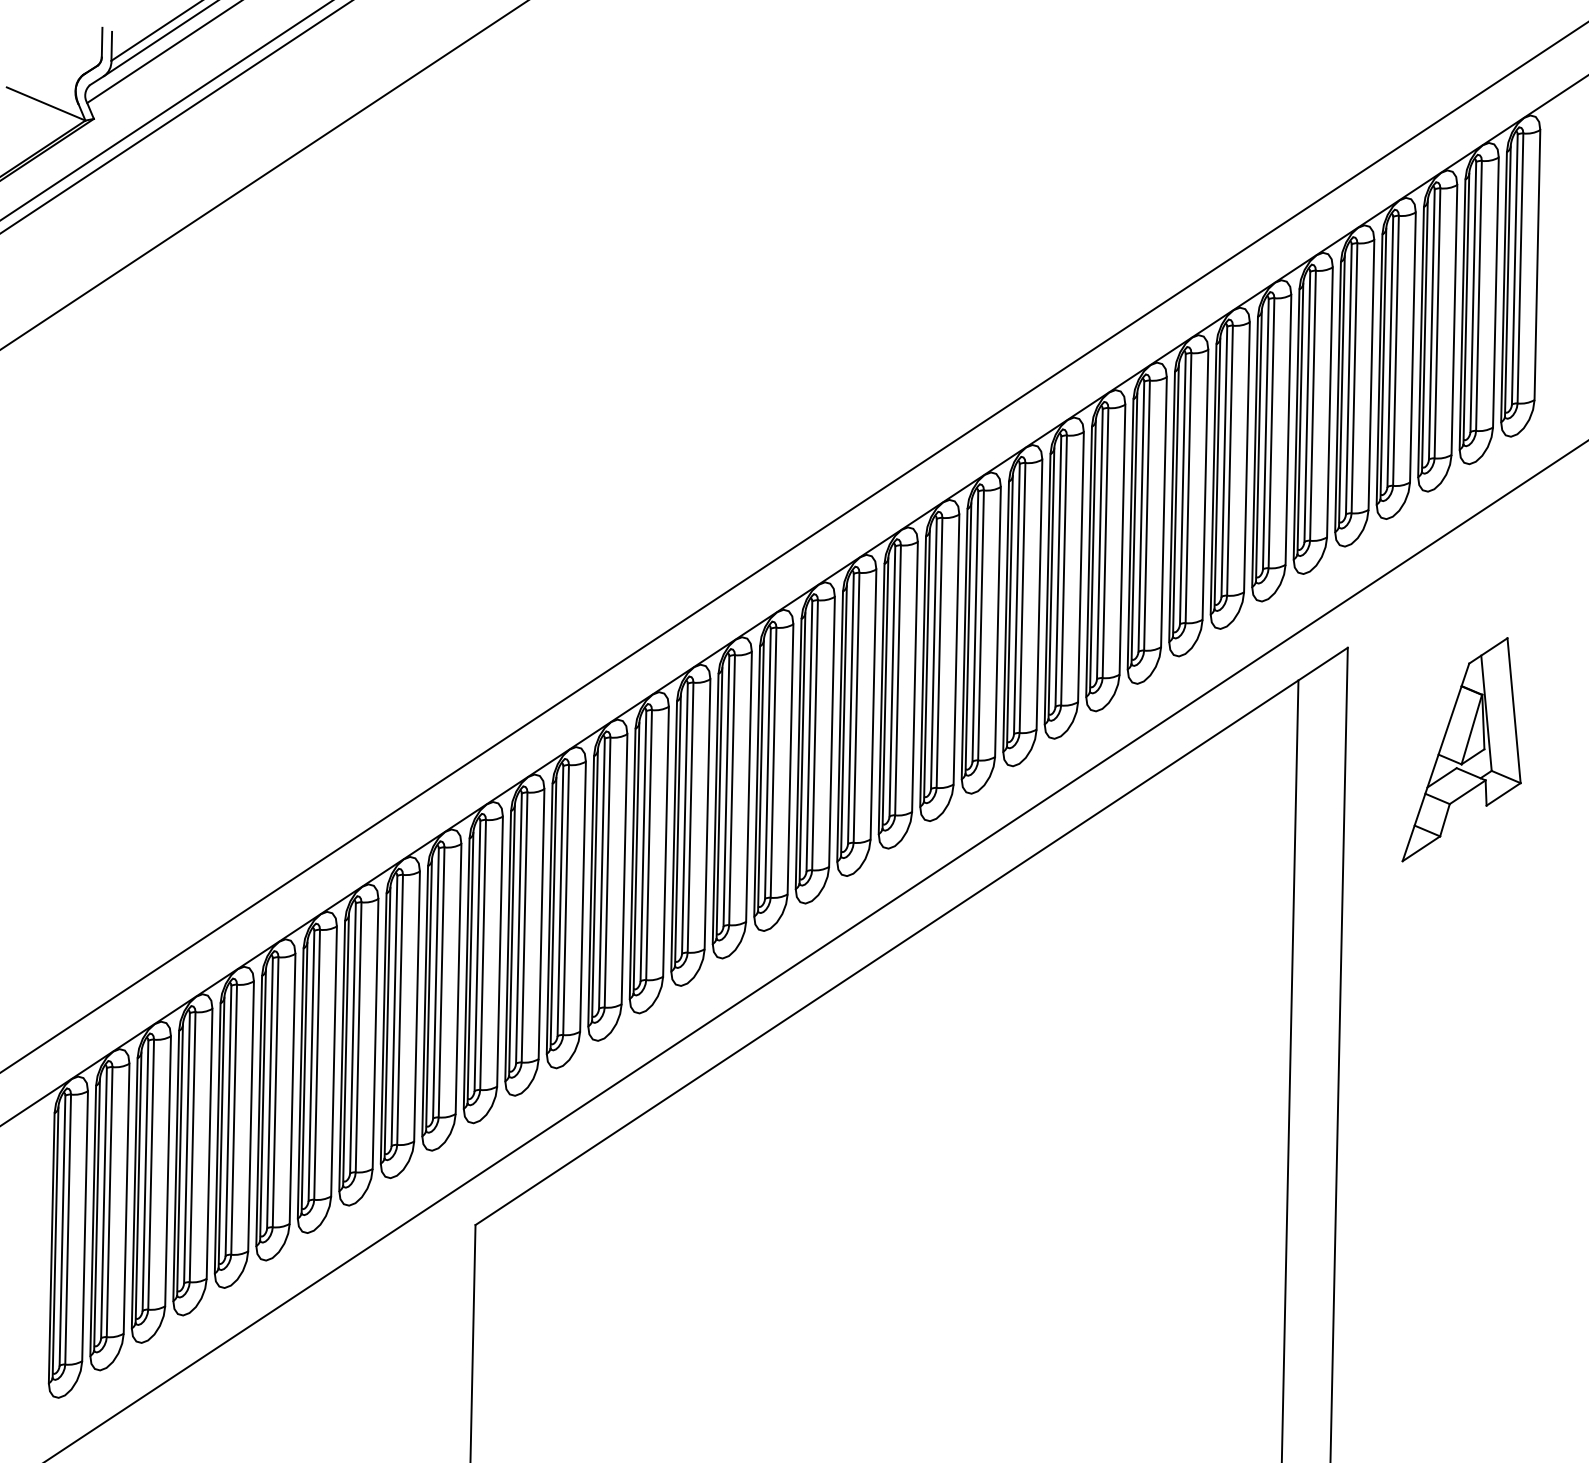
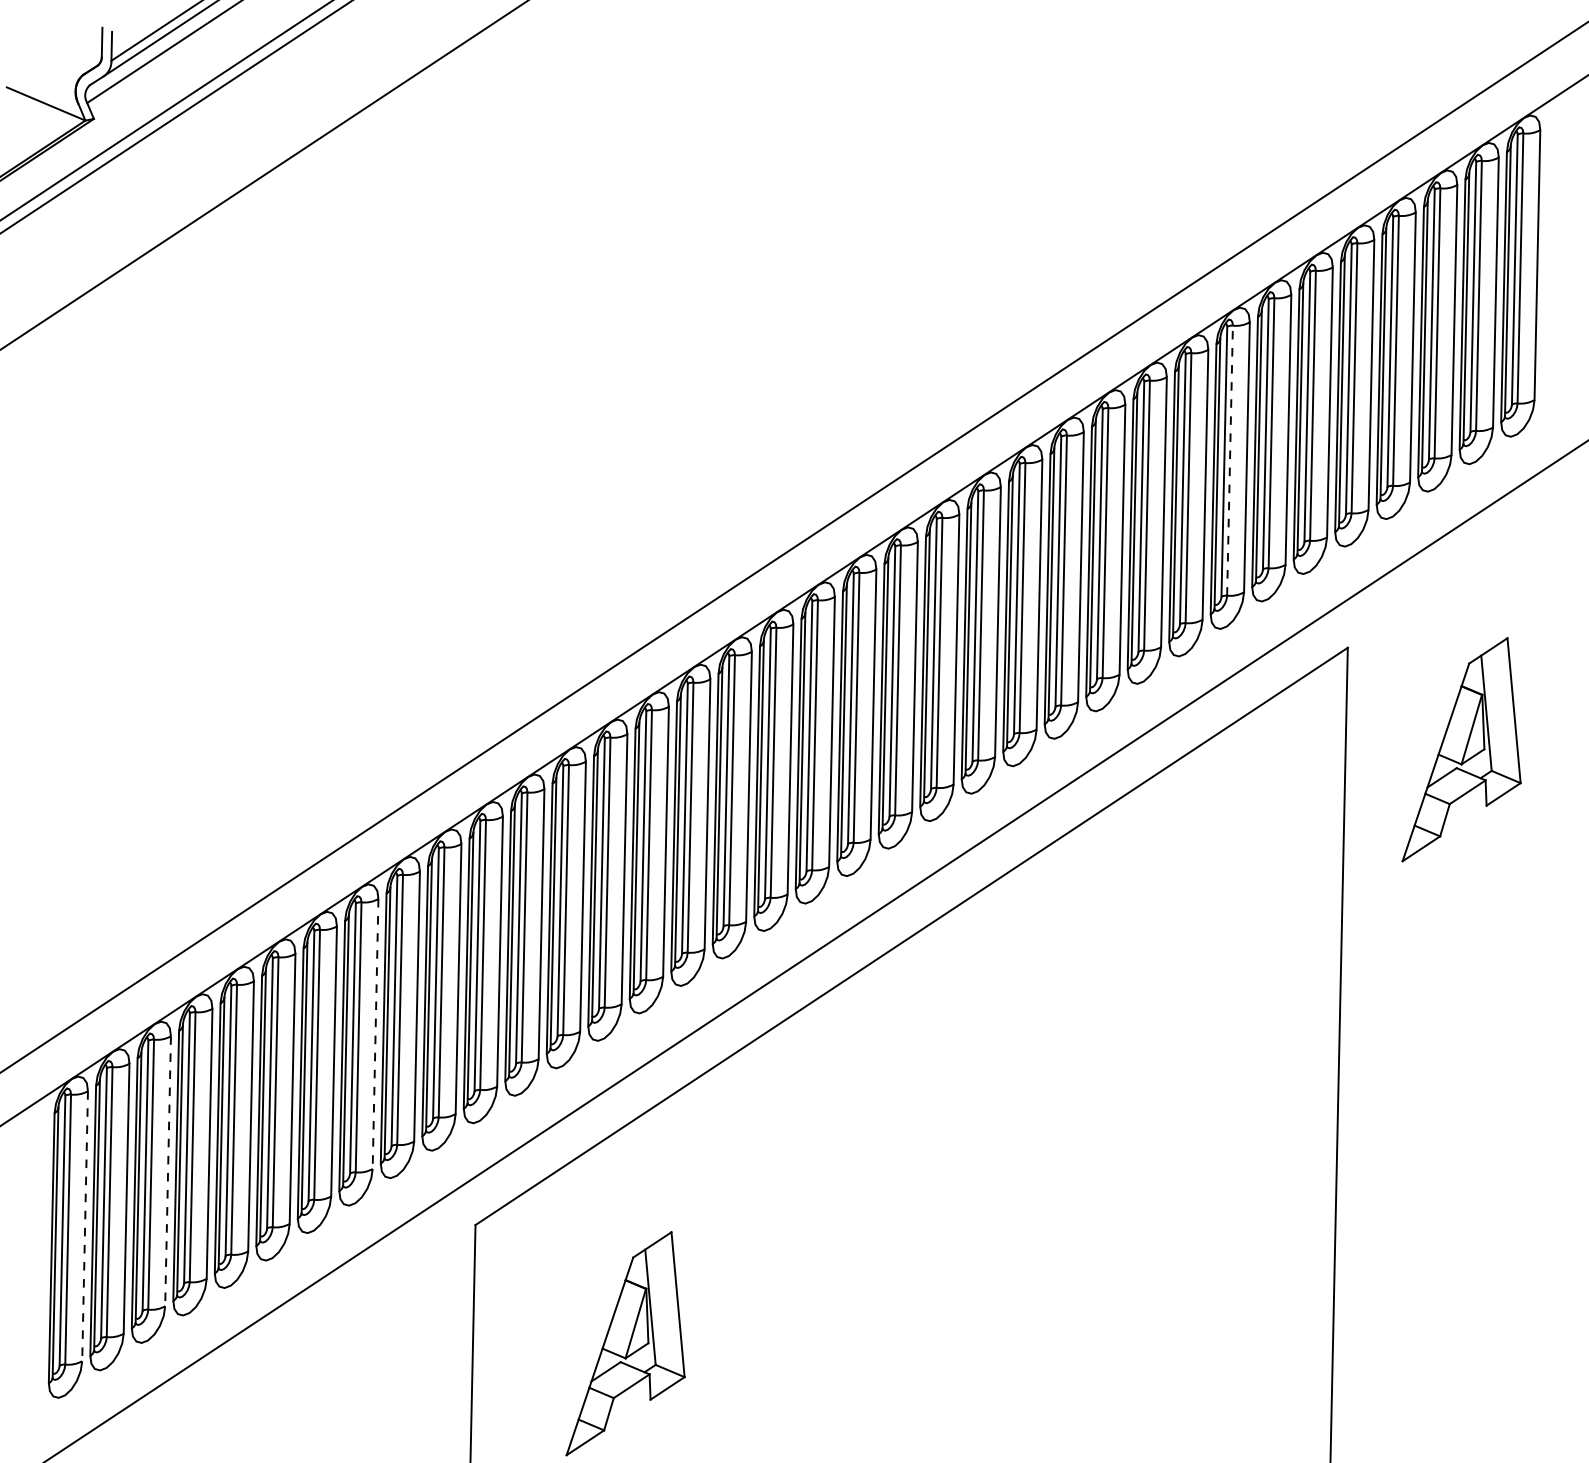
line at (1230, 460): solid -> dashed
line at (375, 1034): solid -> dashed
line at (1289, 1069): present -> none
line at (168, 1171): solid -> dashed
line at (85, 1226): solid -> dashed
part at (625, 1343): none -> present
